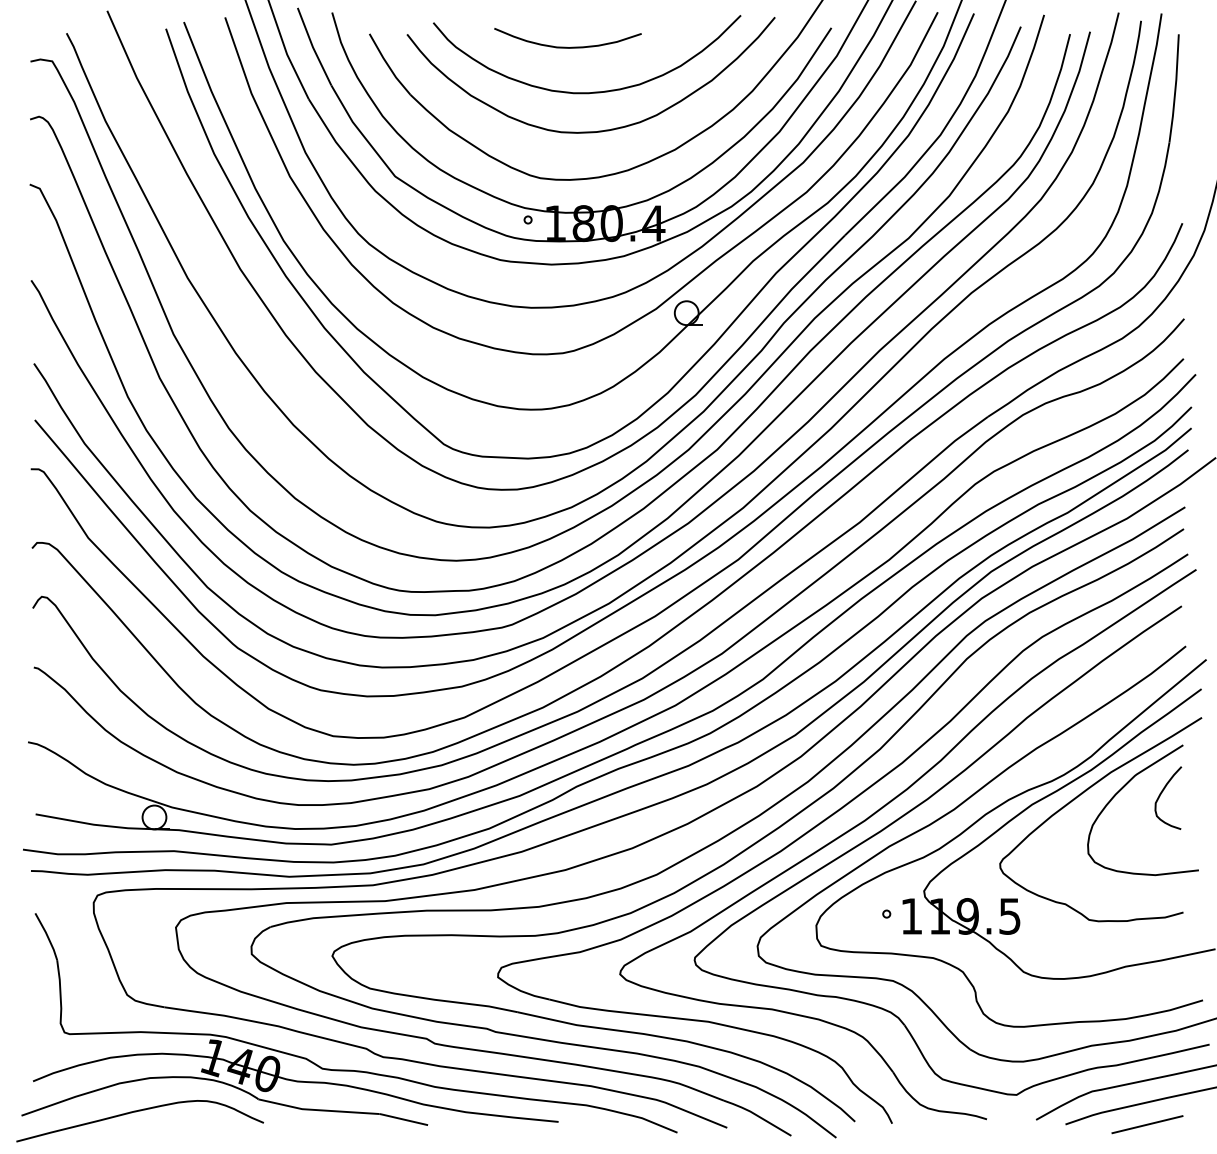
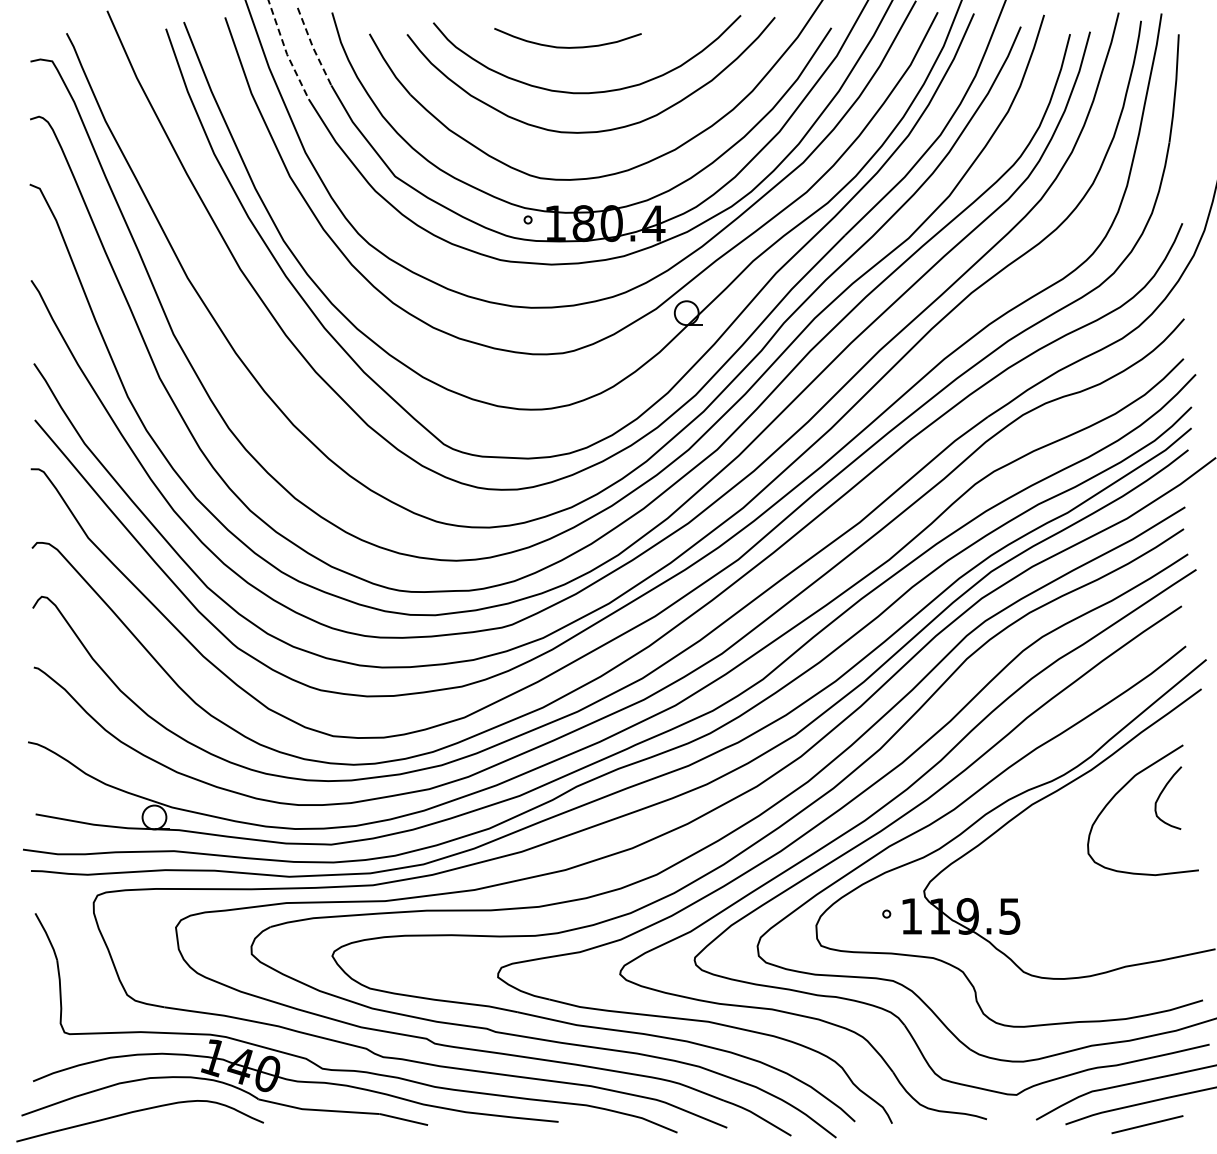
line at (313, 47): solid -> dashed
line at (286, 51): solid -> dashed
curve at (1082, 794): present -> none
